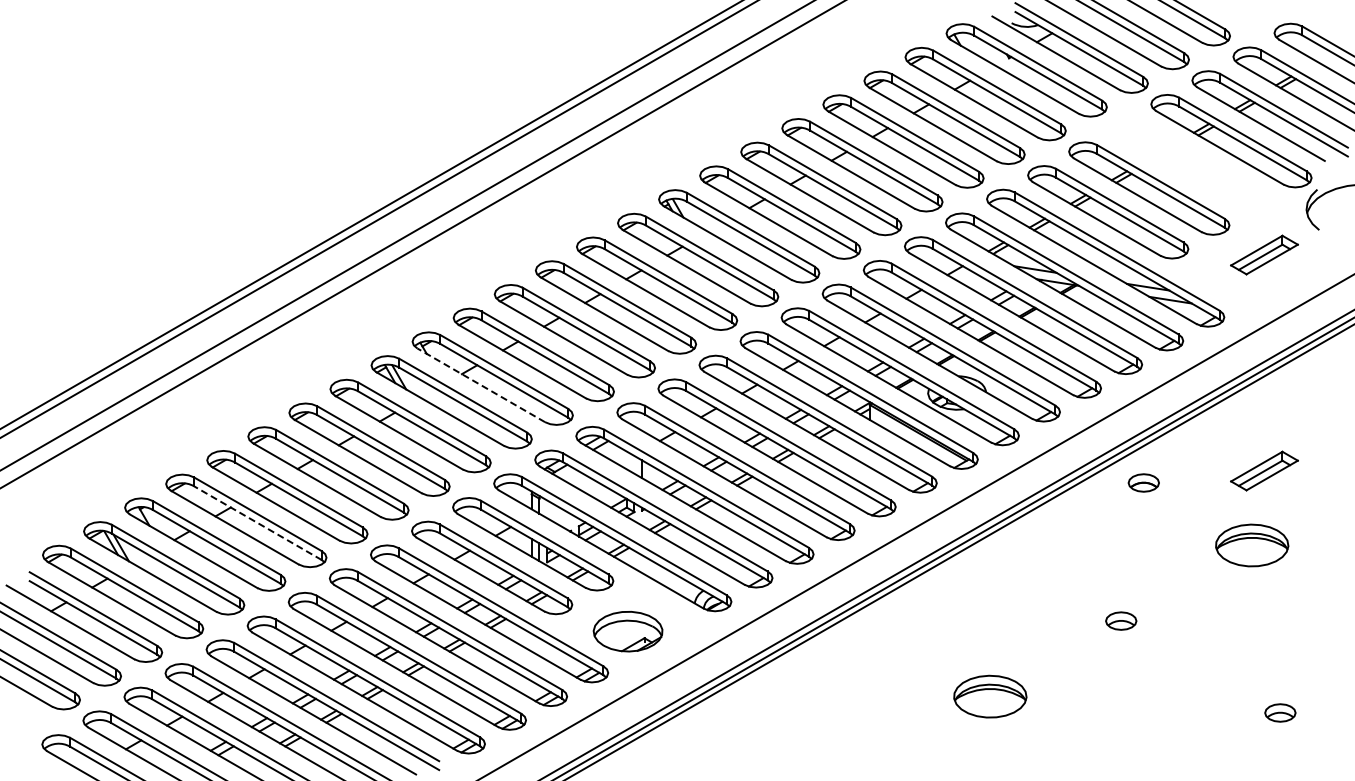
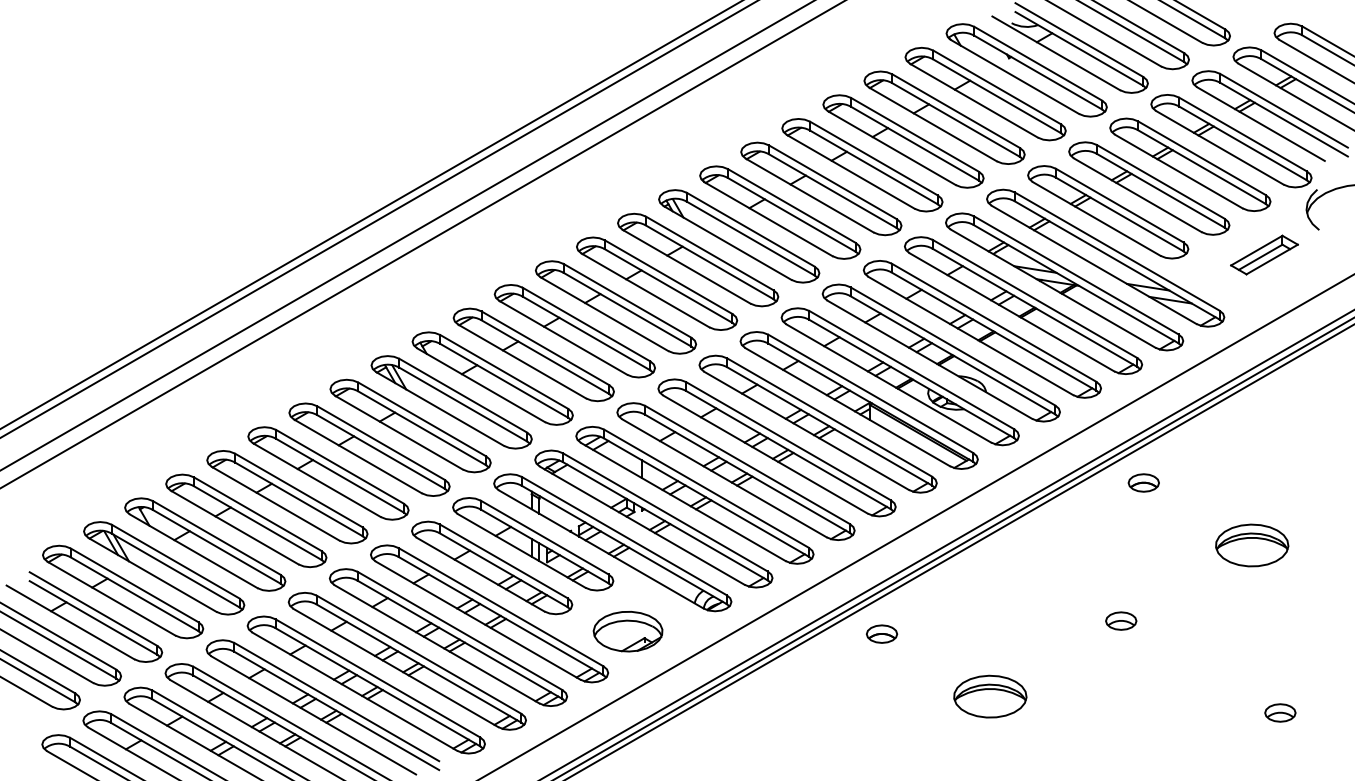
part at (1190, 164): none -> present
line at (481, 385): dashed -> solid
part at (1264, 470): present -> none
line at (257, 523): dashed -> solid
part at (881, 633): none -> present
